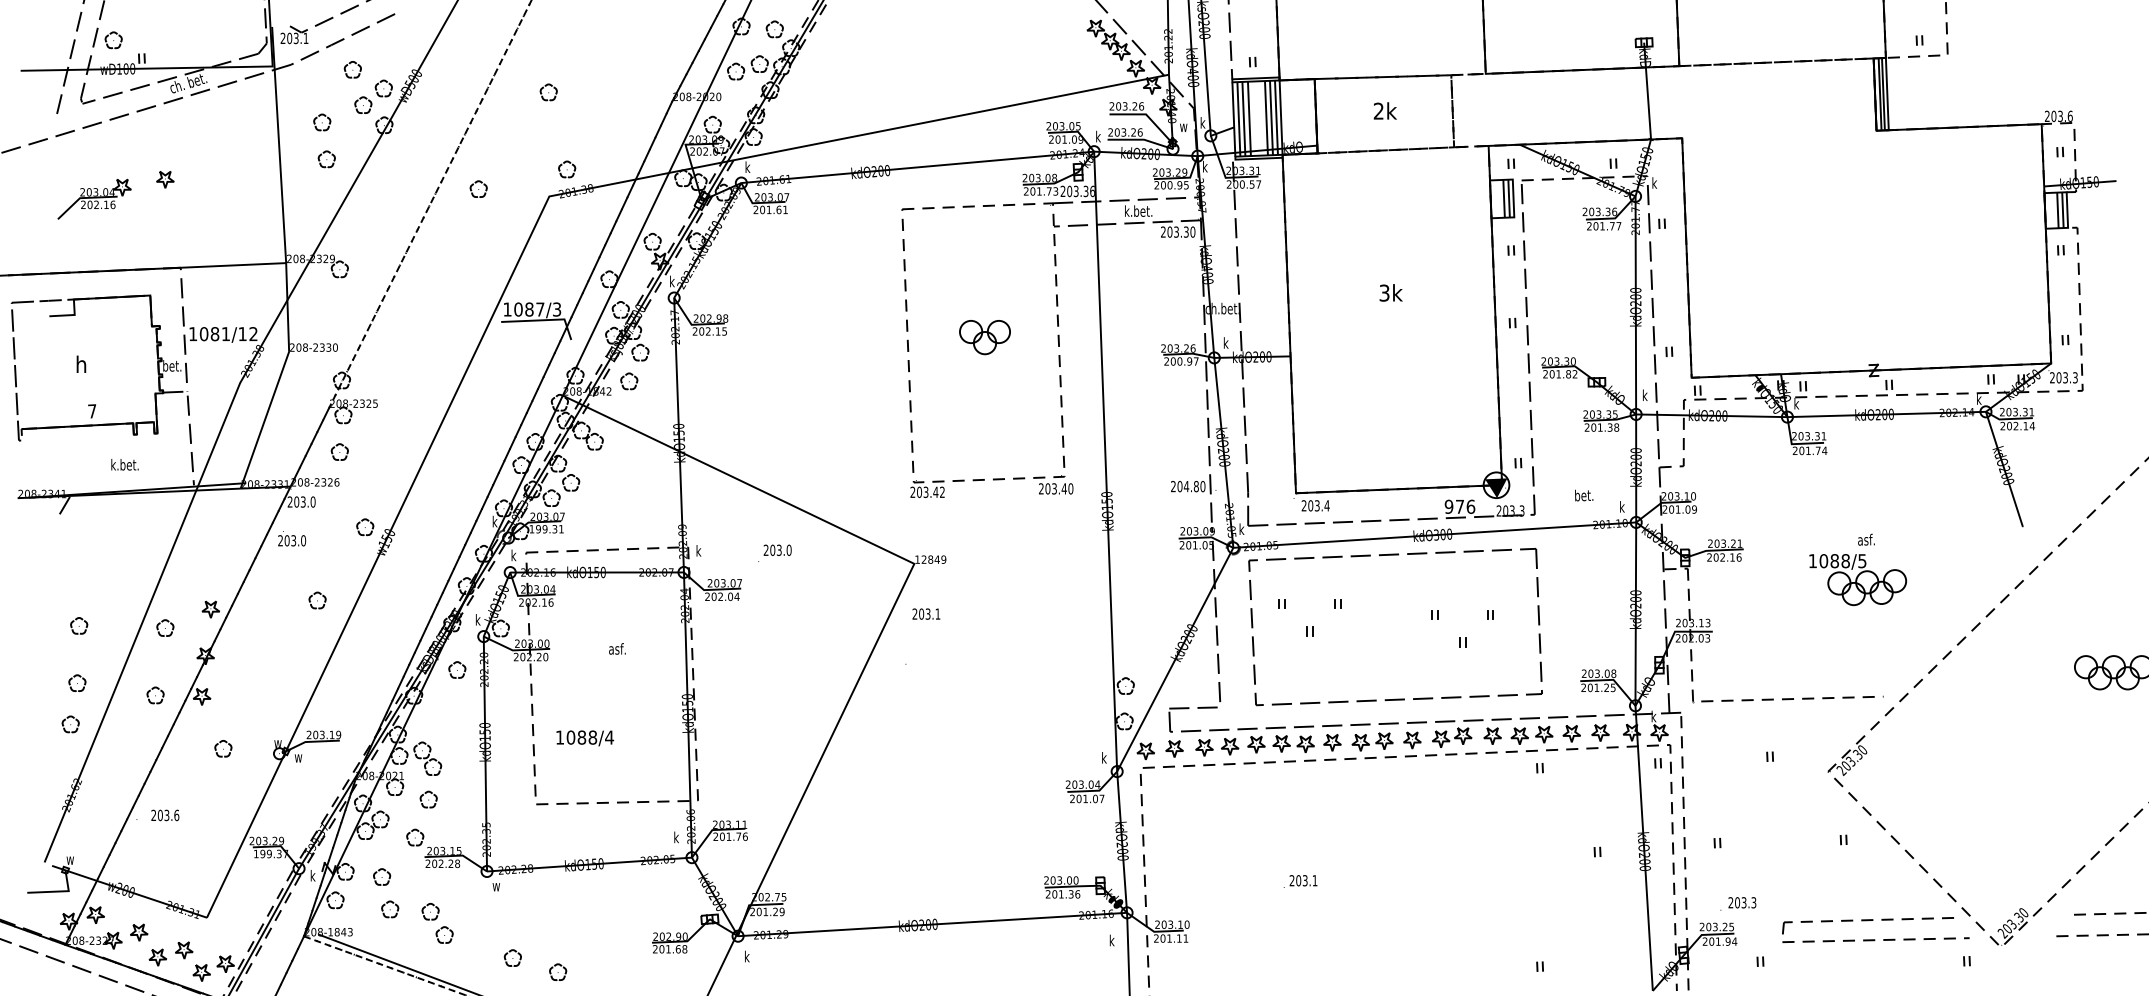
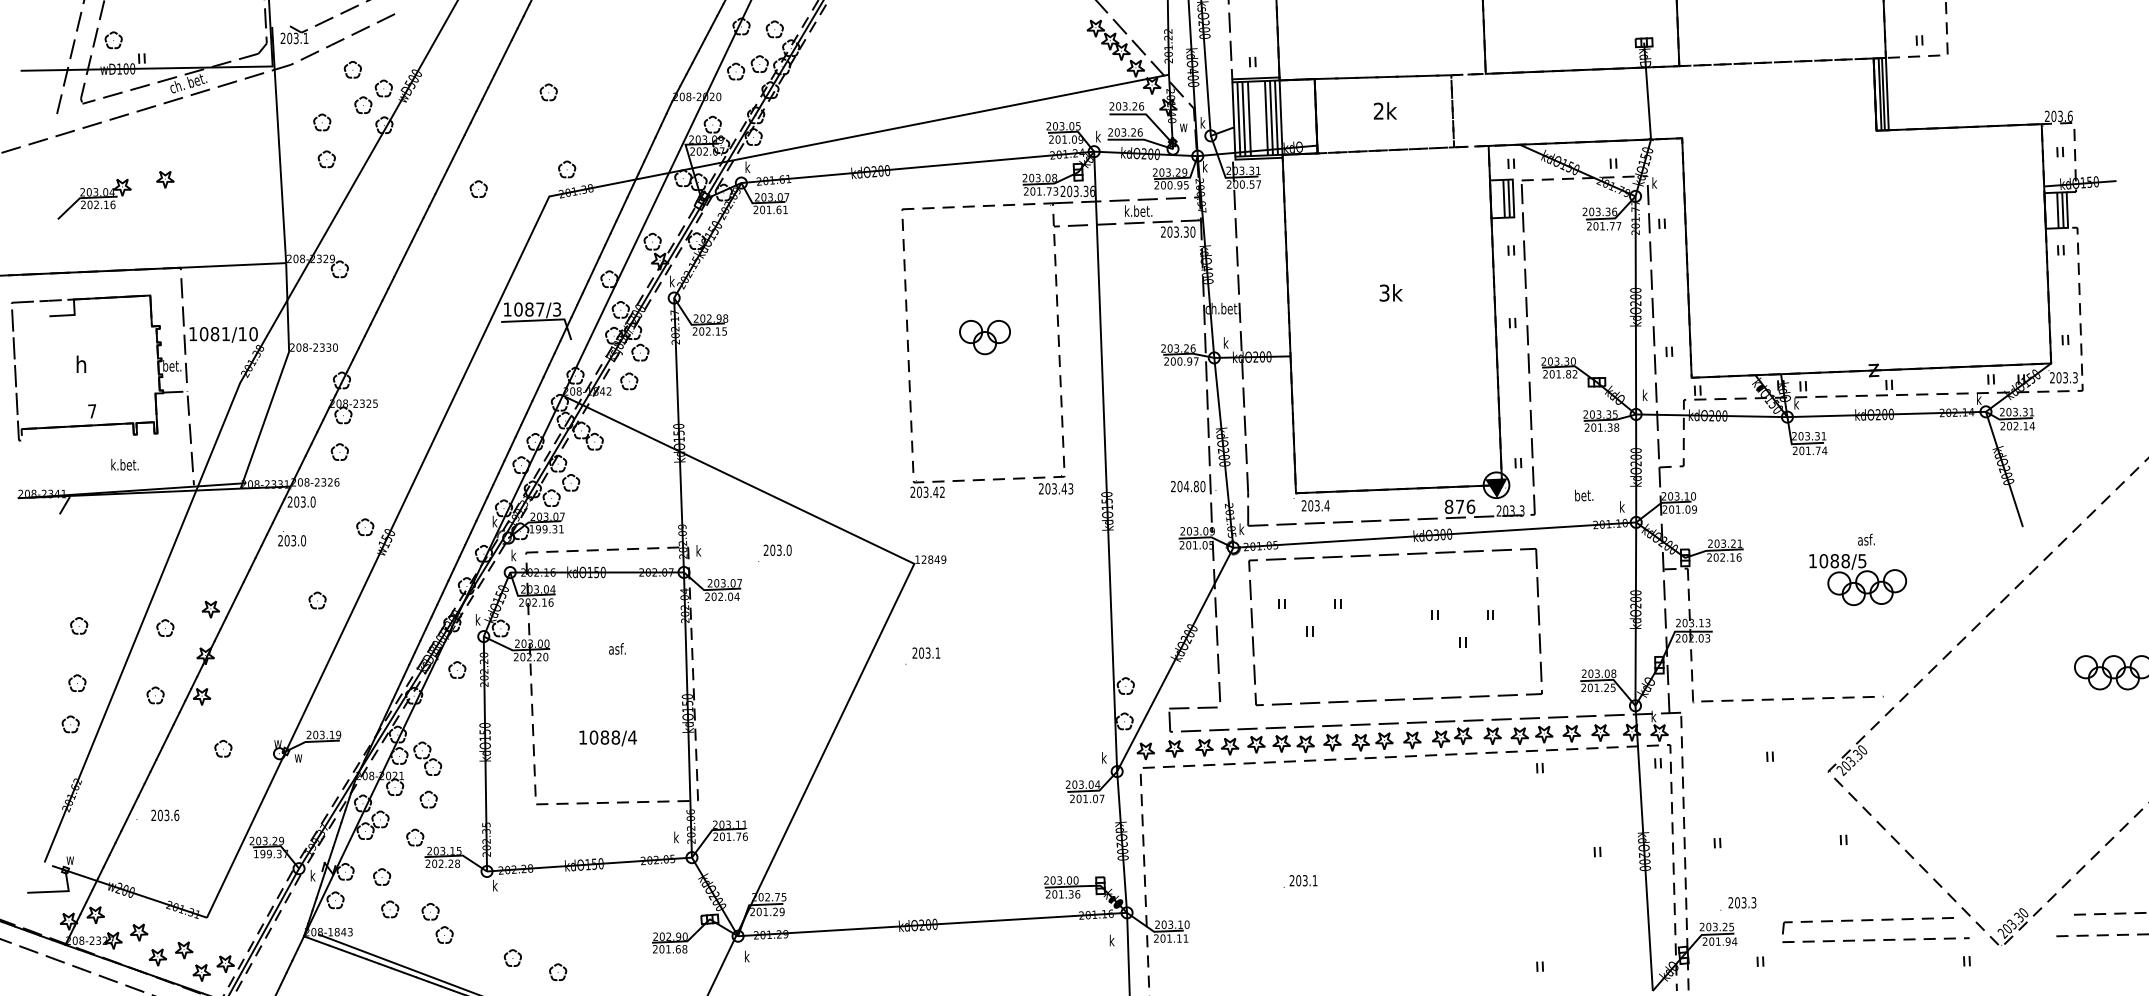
line at (430, 204): dashed -> solid
text at (253, 334): 1081/12 -> 1081/10
text at (1070, 488): 203.40 -> 203.43
text at (1448, 506): 976 -> 876
text at (926, 613) position: (926, 613) -> (926, 652)
text at (585, 738) position: (585, 738) -> (608, 738)
text at (495, 885): w -> k
line at (385, 966): dashed -> solid
